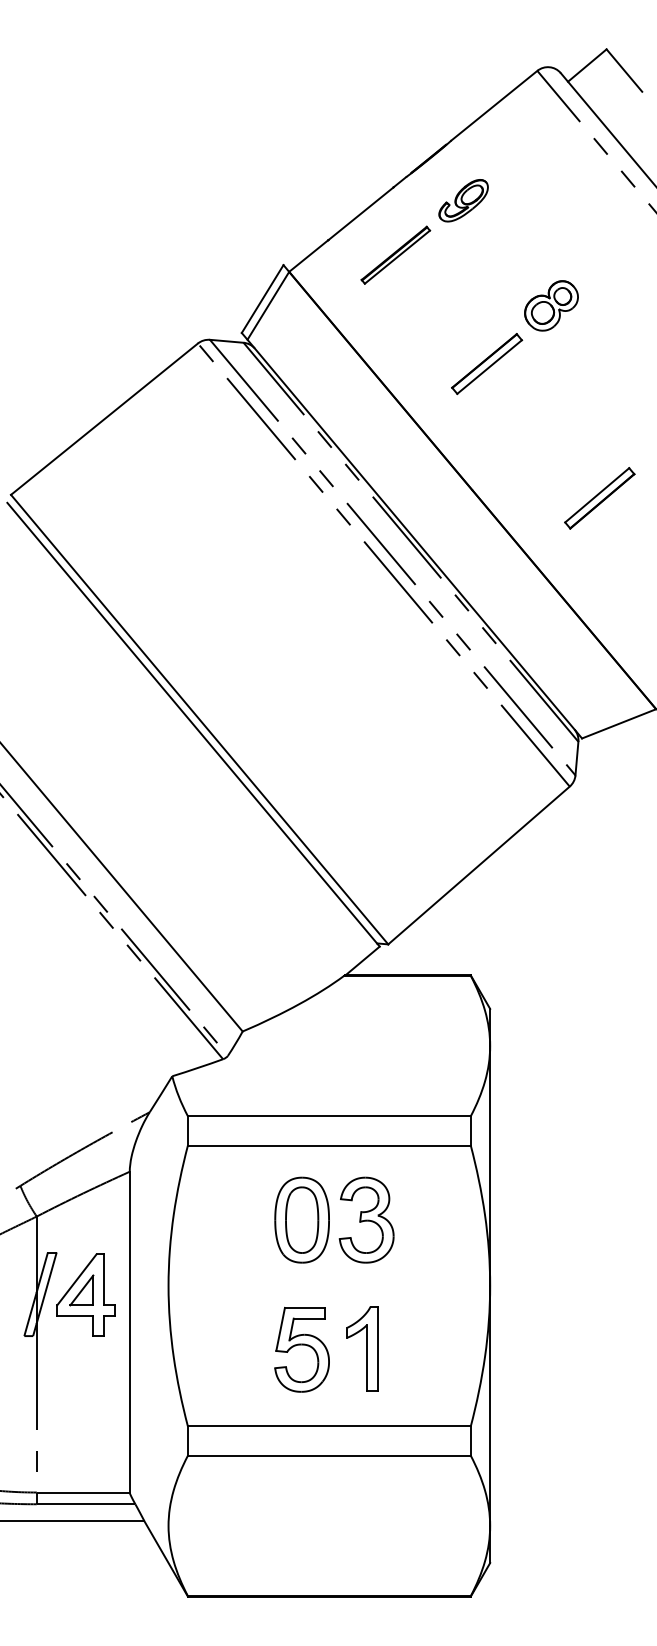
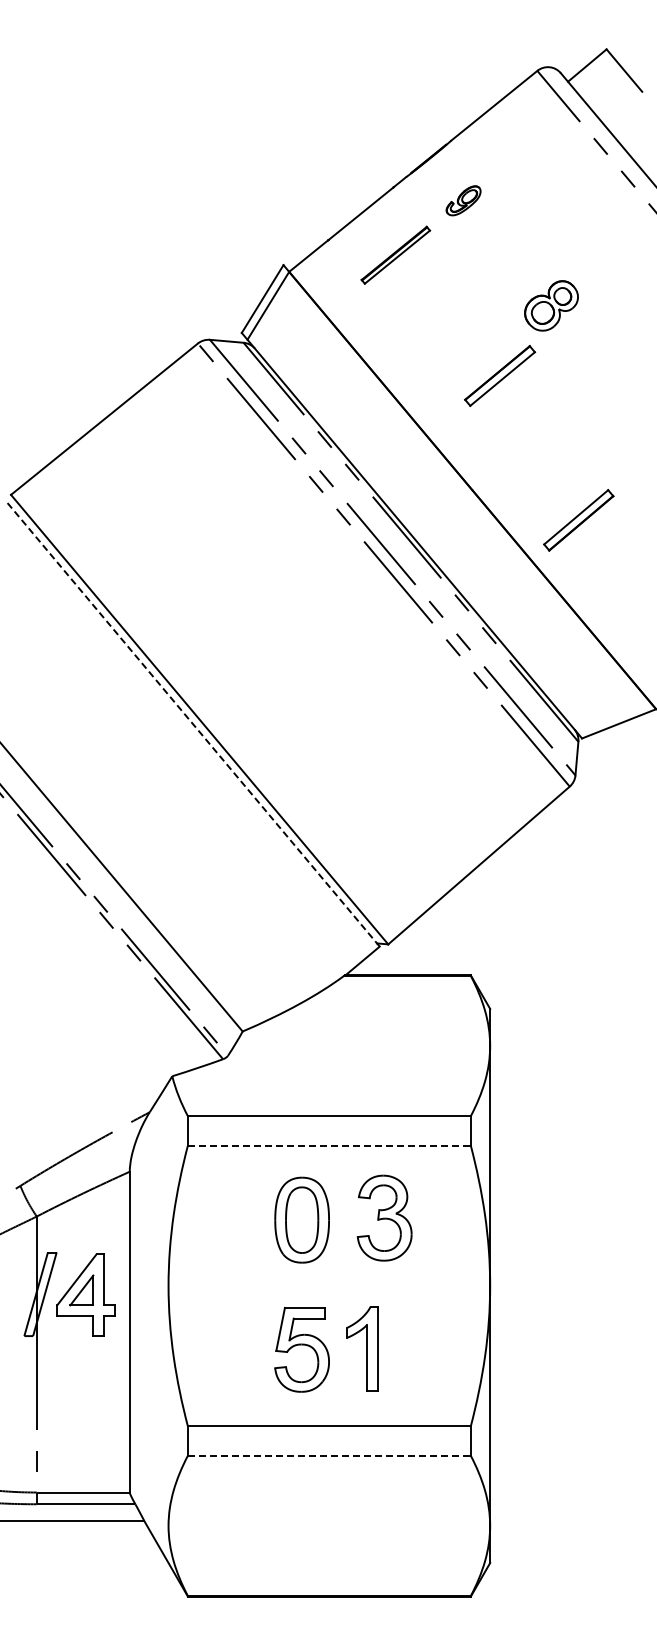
part at (463, 200) size: 51x44 px -> 37x32 px
part at (487, 363) position: (487, 363) -> (500, 375)
part at (599, 498) position: (599, 498) -> (578, 520)
line at (193, 724): solid -> dashed
line at (329, 1145): solid -> dashed
part at (366, 1219) position: (366, 1219) -> (384, 1217)
line at (329, 1455): solid -> dashed
